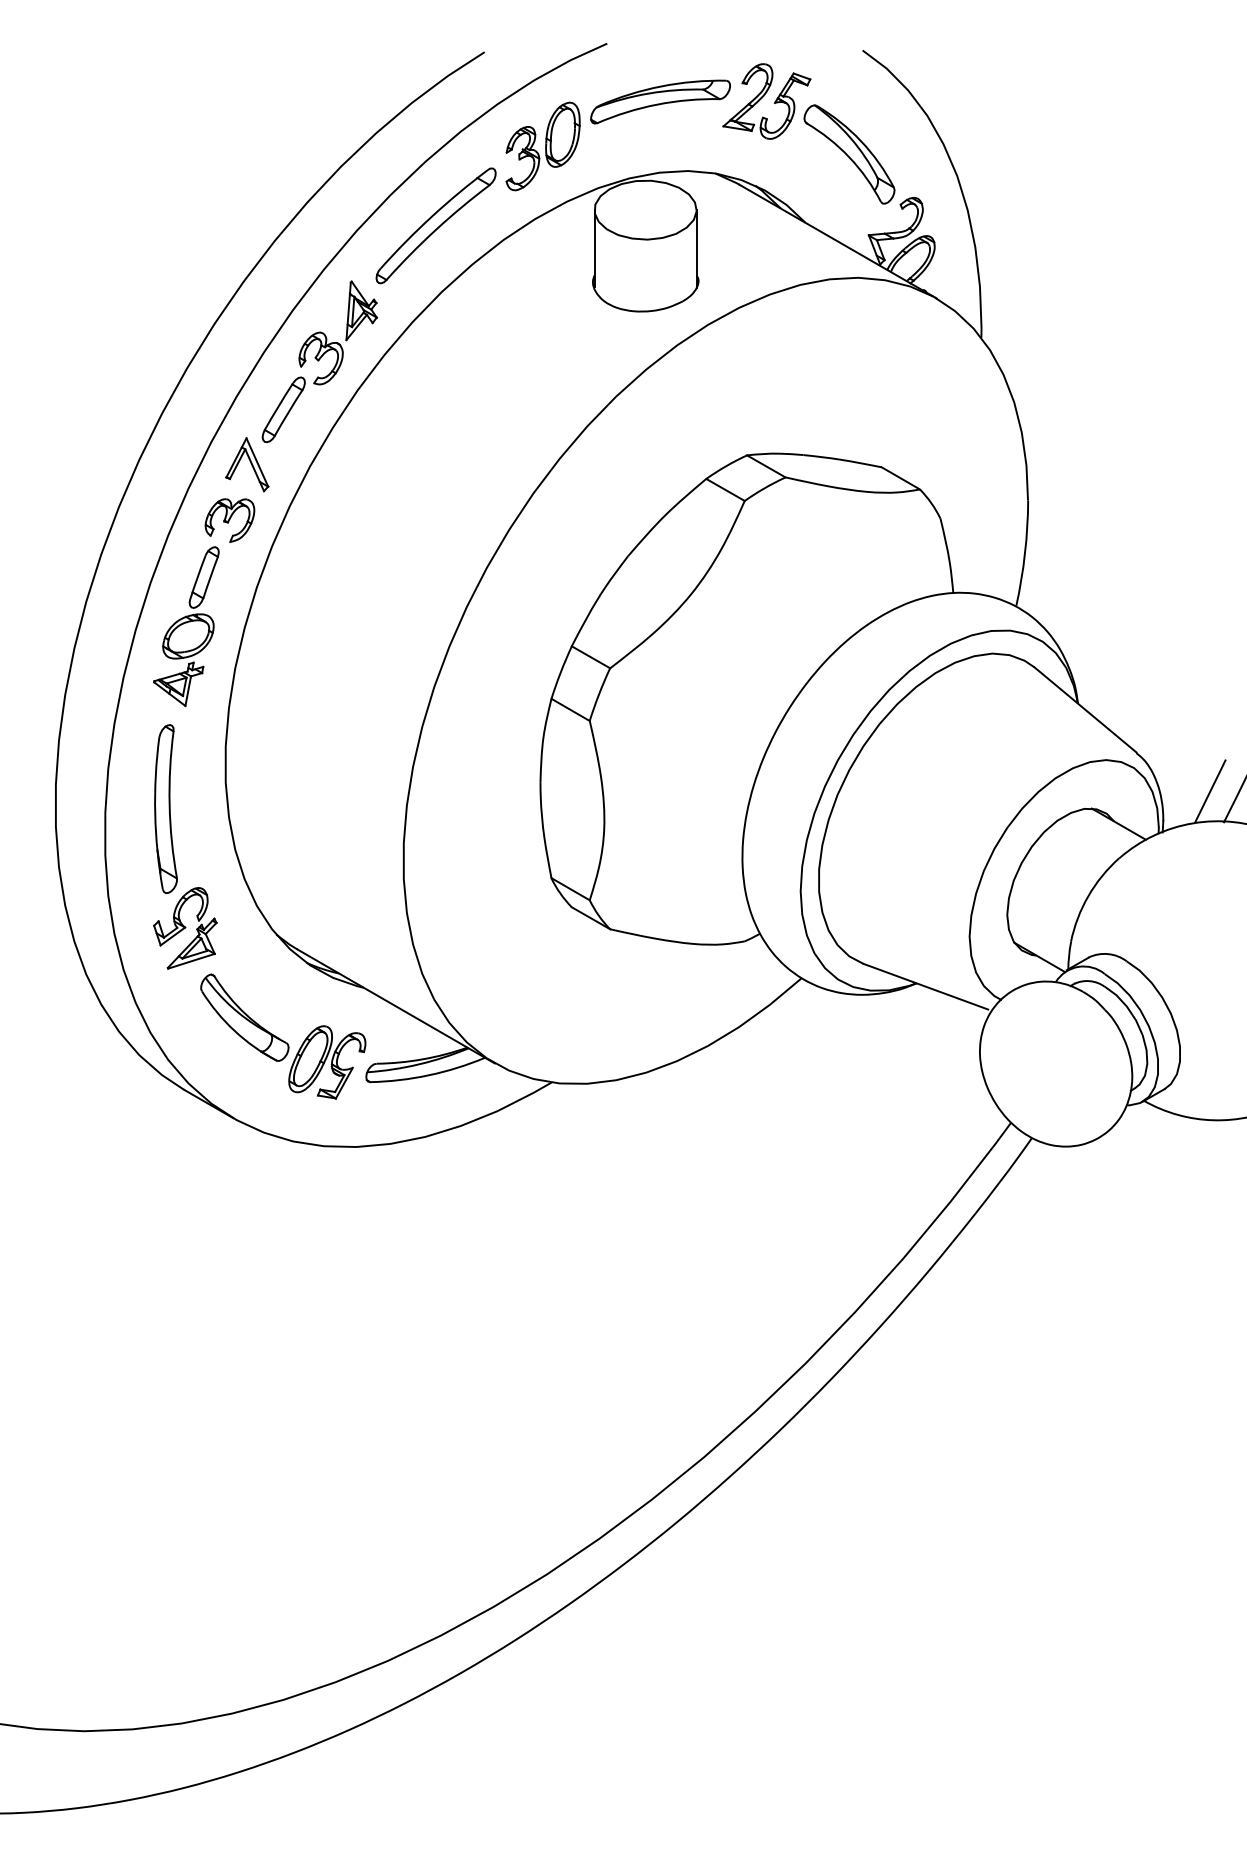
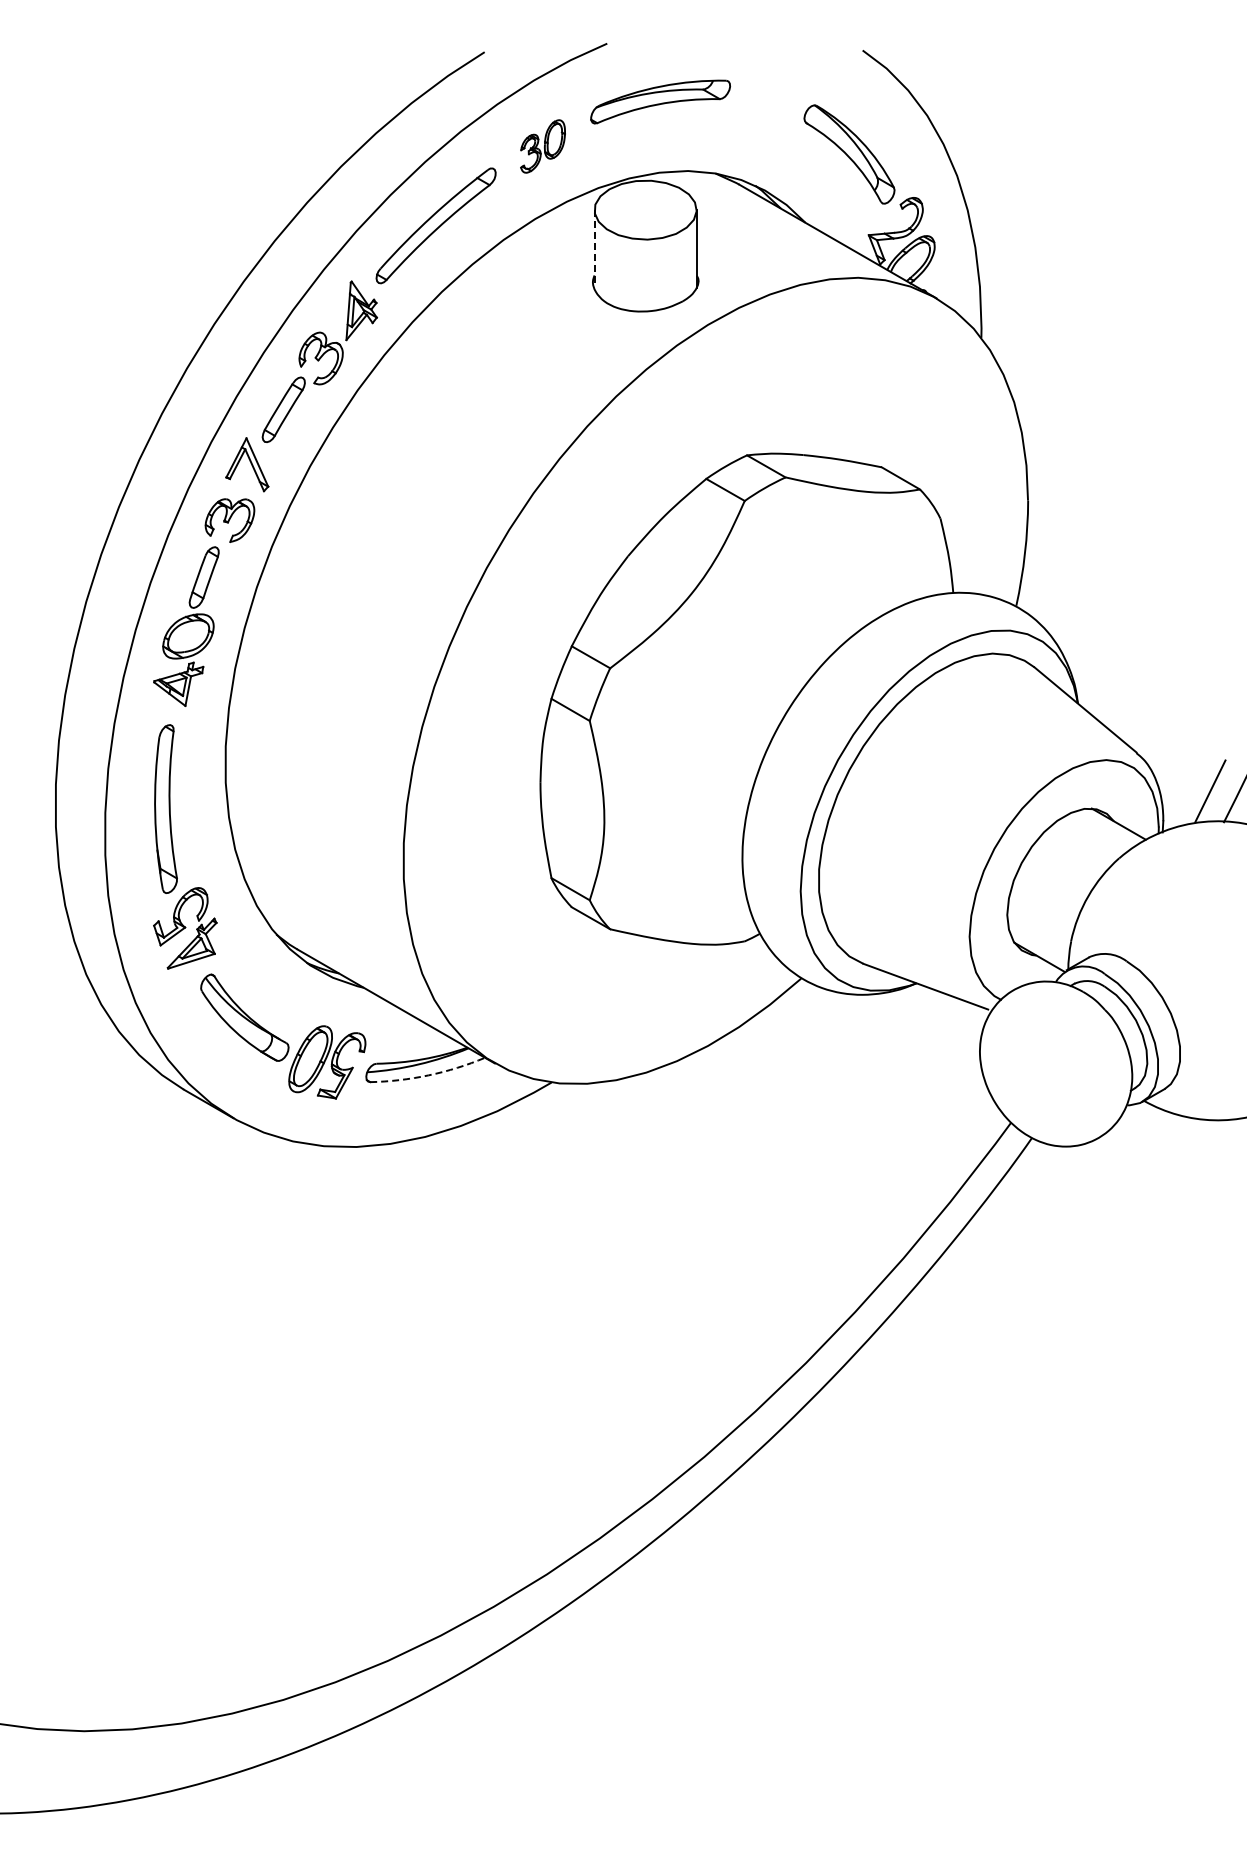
part at (766, 101): present -> none
part at (542, 146) size: 76x91 px -> 46x55 px
line at (594, 248): solid -> dashed
arc at (428, 1075): solid -> dashed
